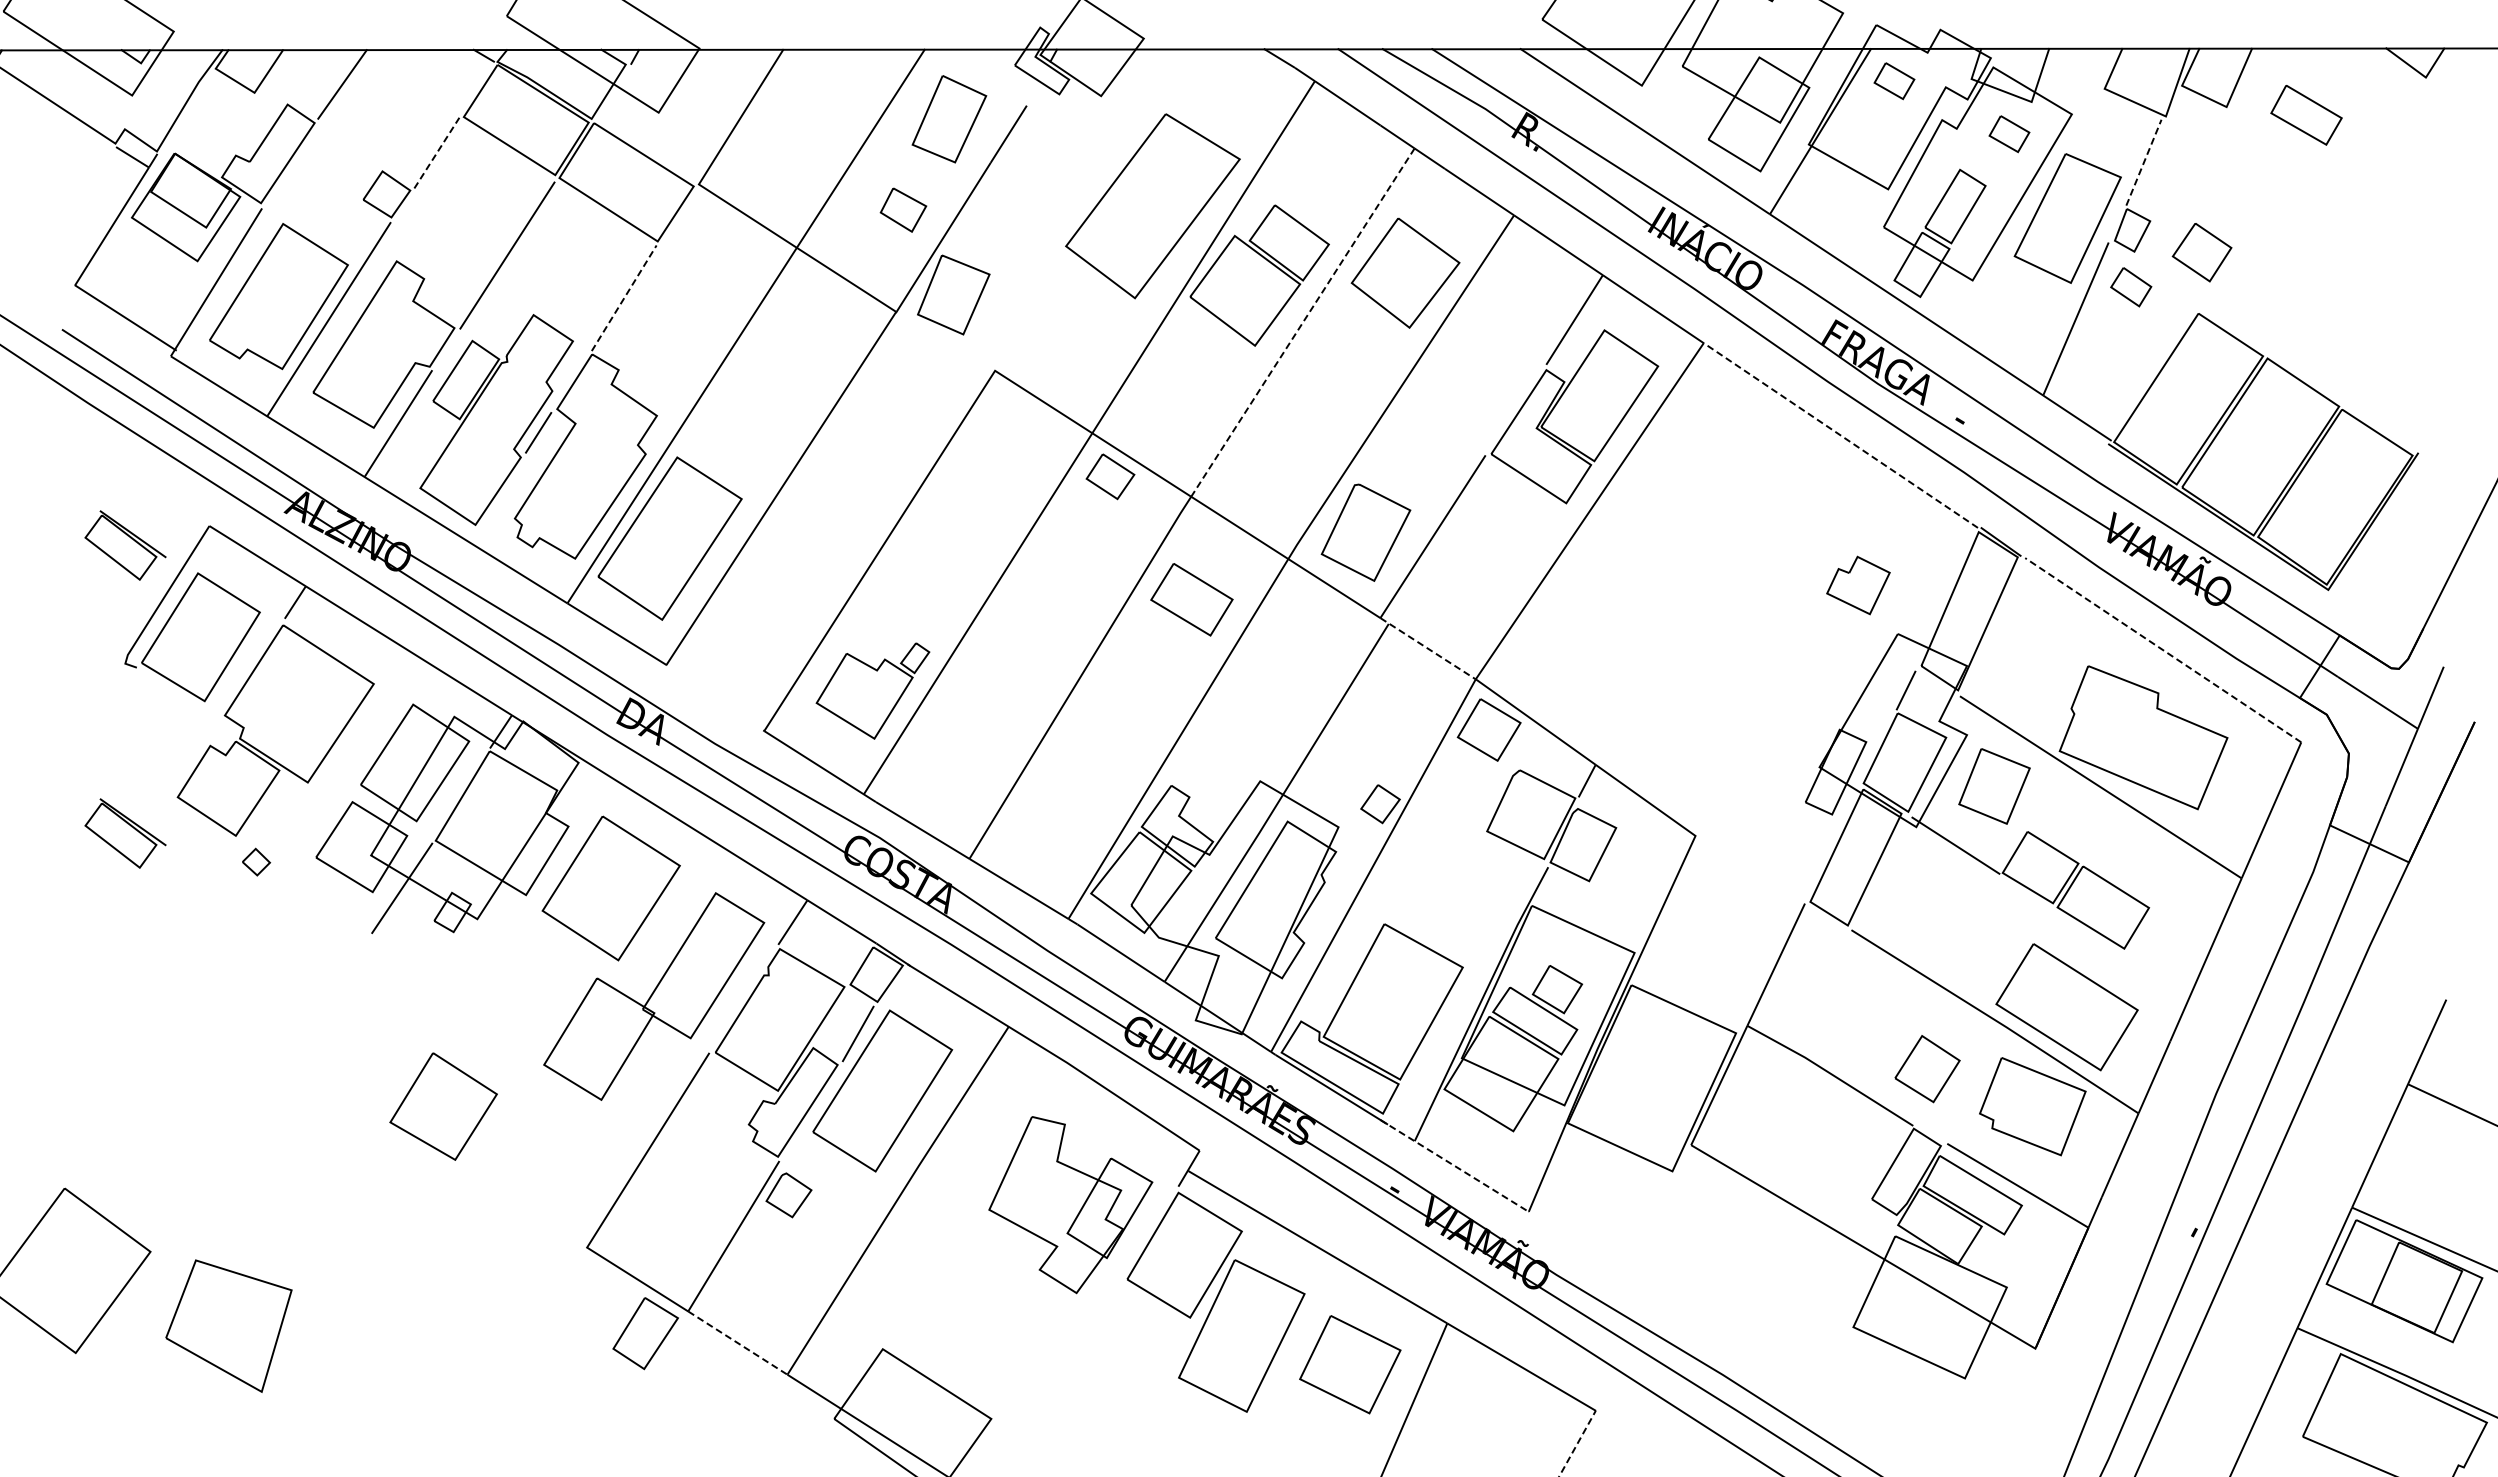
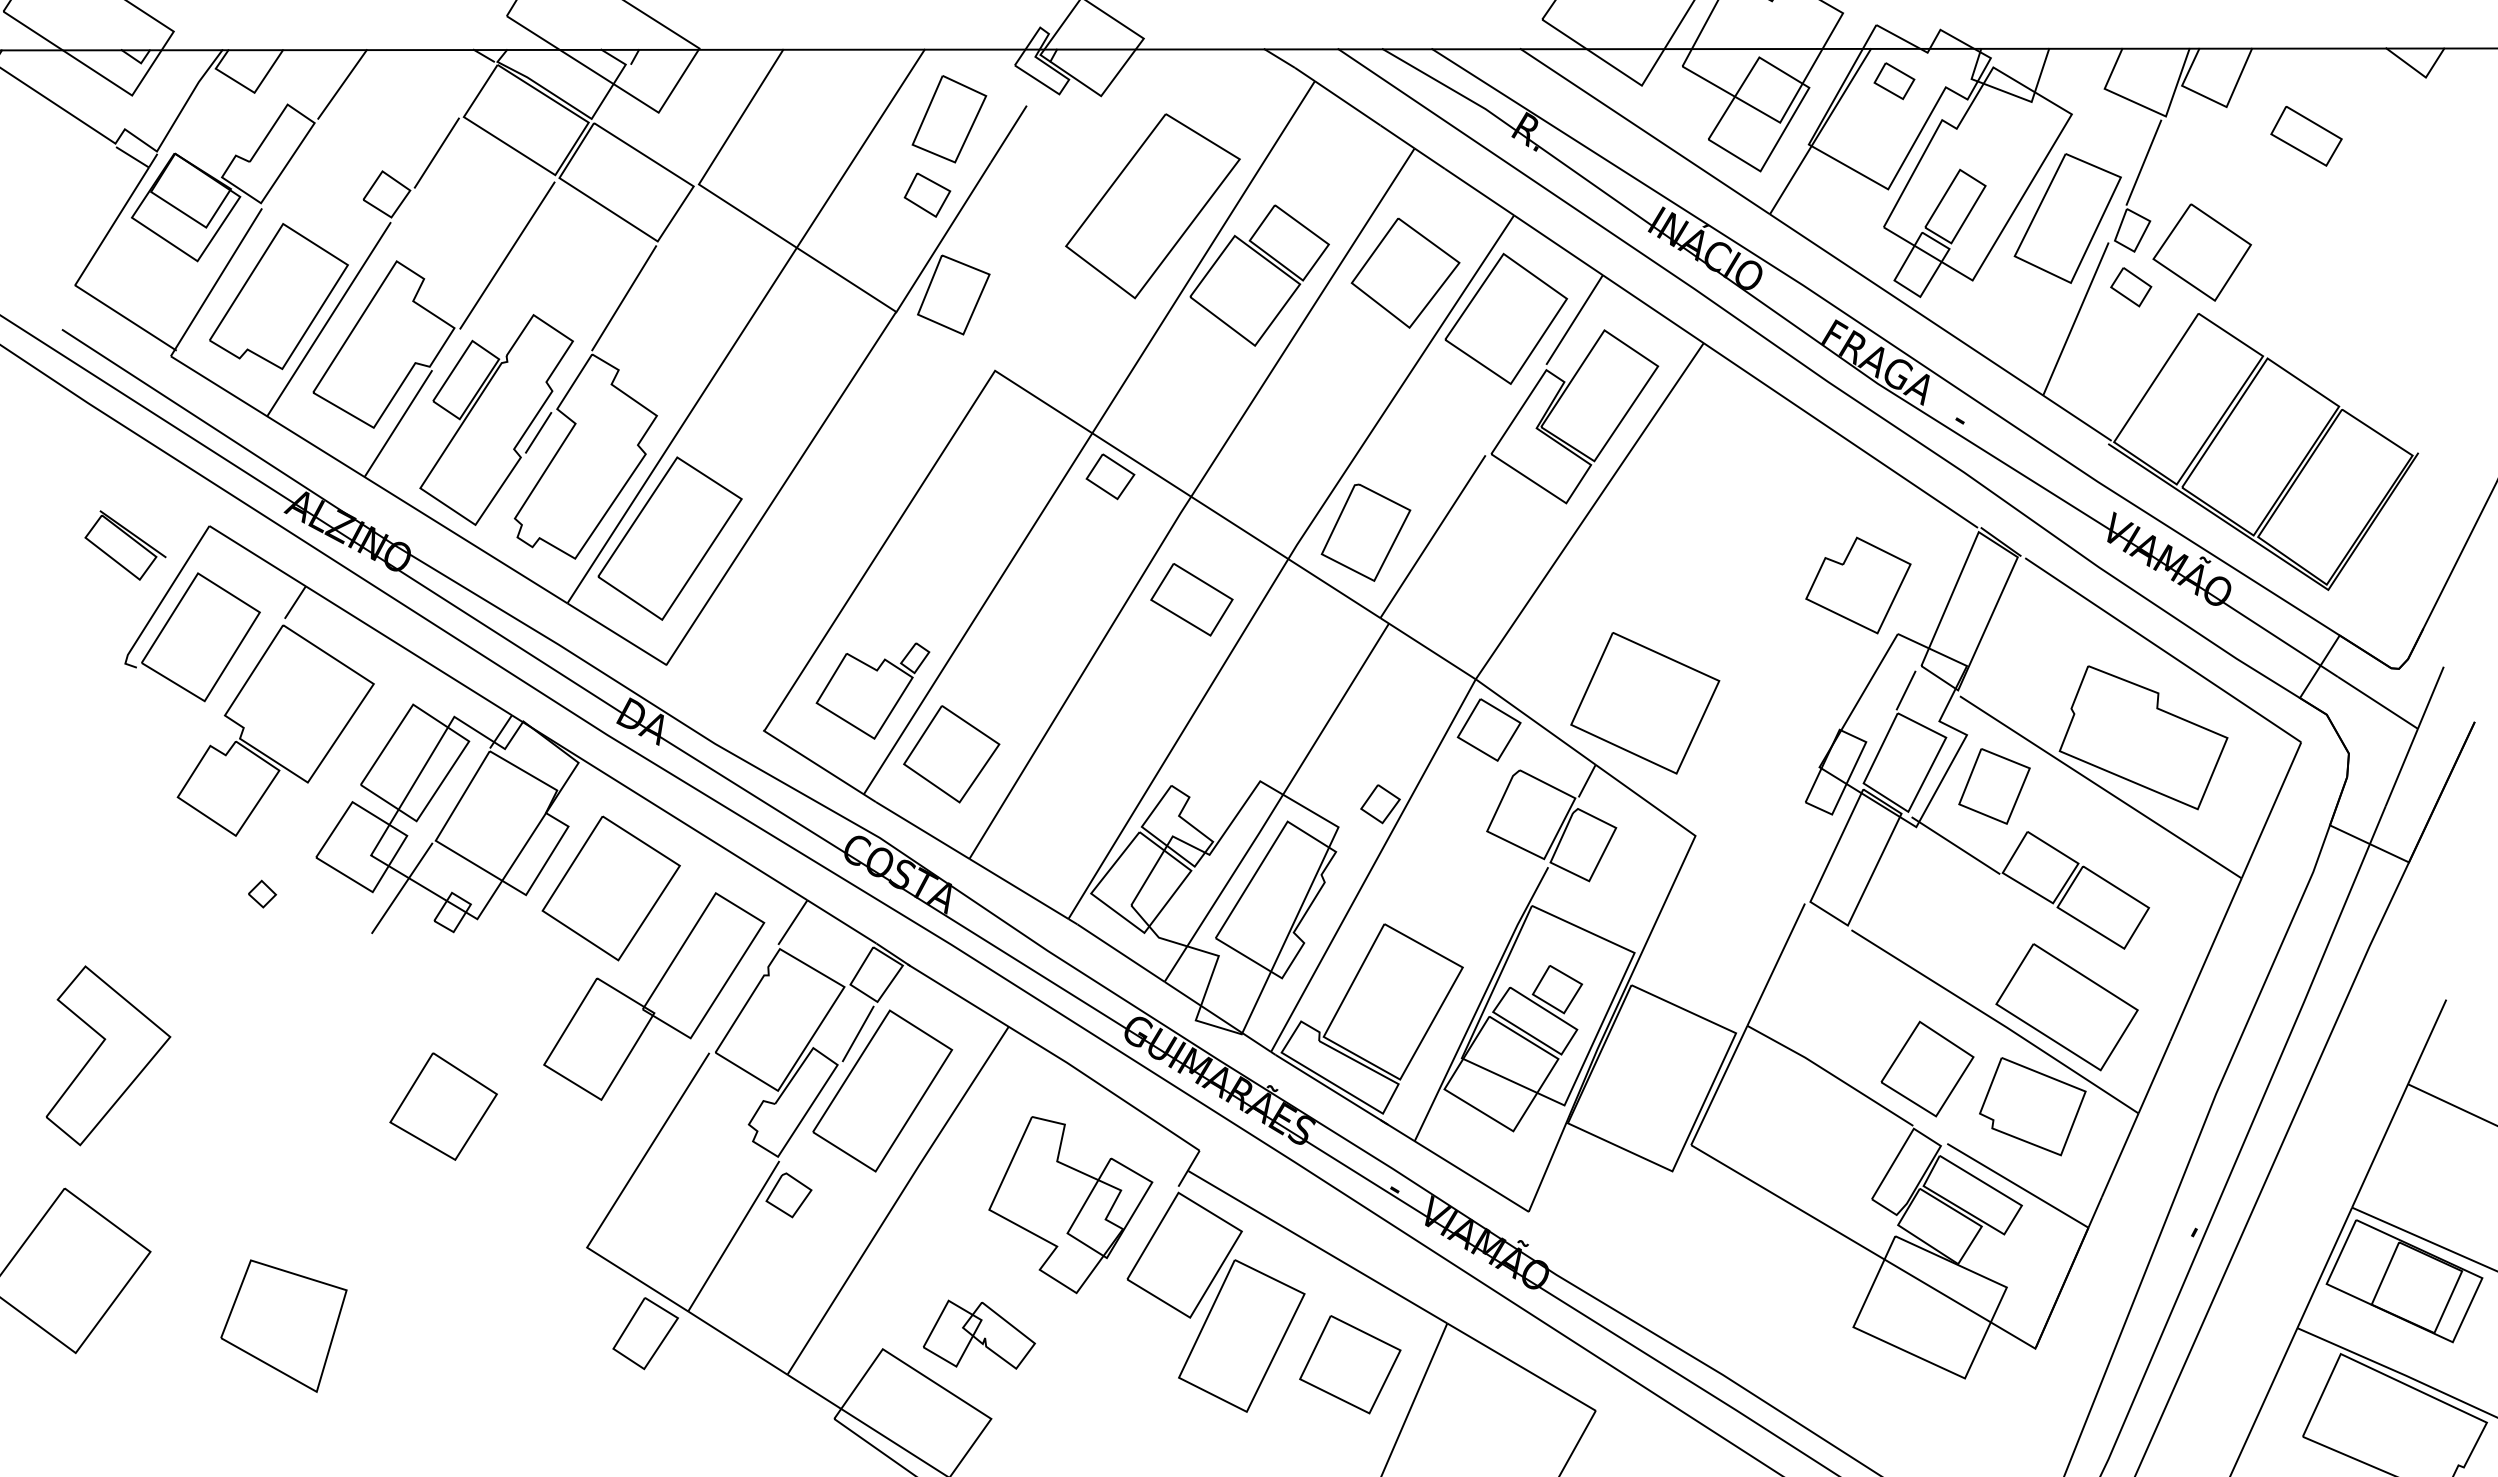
part at (2306, 115) position: (2306, 115) -> (2306, 136)
part at (2009, 134): present -> none
line at (436, 153): dashed -> solid
line at (2144, 162): dashed -> solid
part at (903, 209) position: (903, 209) -> (927, 194)
part at (2201, 252) size: 62x60 px -> 100x99 px
line at (624, 298): dashed -> solid
part at (1506, 318): none -> present
line at (1302, 322): dashed -> solid
line at (1840, 435): dashed -> solid
part at (1858, 585) size: 65x61 px -> 107x99 px
line at (1428, 648): dashed -> solid
line at (2163, 650): dashed -> solid
part at (1645, 703): none -> present
part at (951, 754): none -> present
part at (125, 833): present -> none
part at (256, 861) position: (256, 861) -> (262, 893)
part at (108, 1055): none -> present
part at (1927, 1069) size: 67x69 px -> 95x98 px
line at (1454, 1166): dashed -> solid
part at (228, 1325) position: (228, 1325) -> (283, 1325)
part at (978, 1334): none -> present
line at (737, 1343): dashed -> solid
line at (1577, 1443): dashed -> solid
